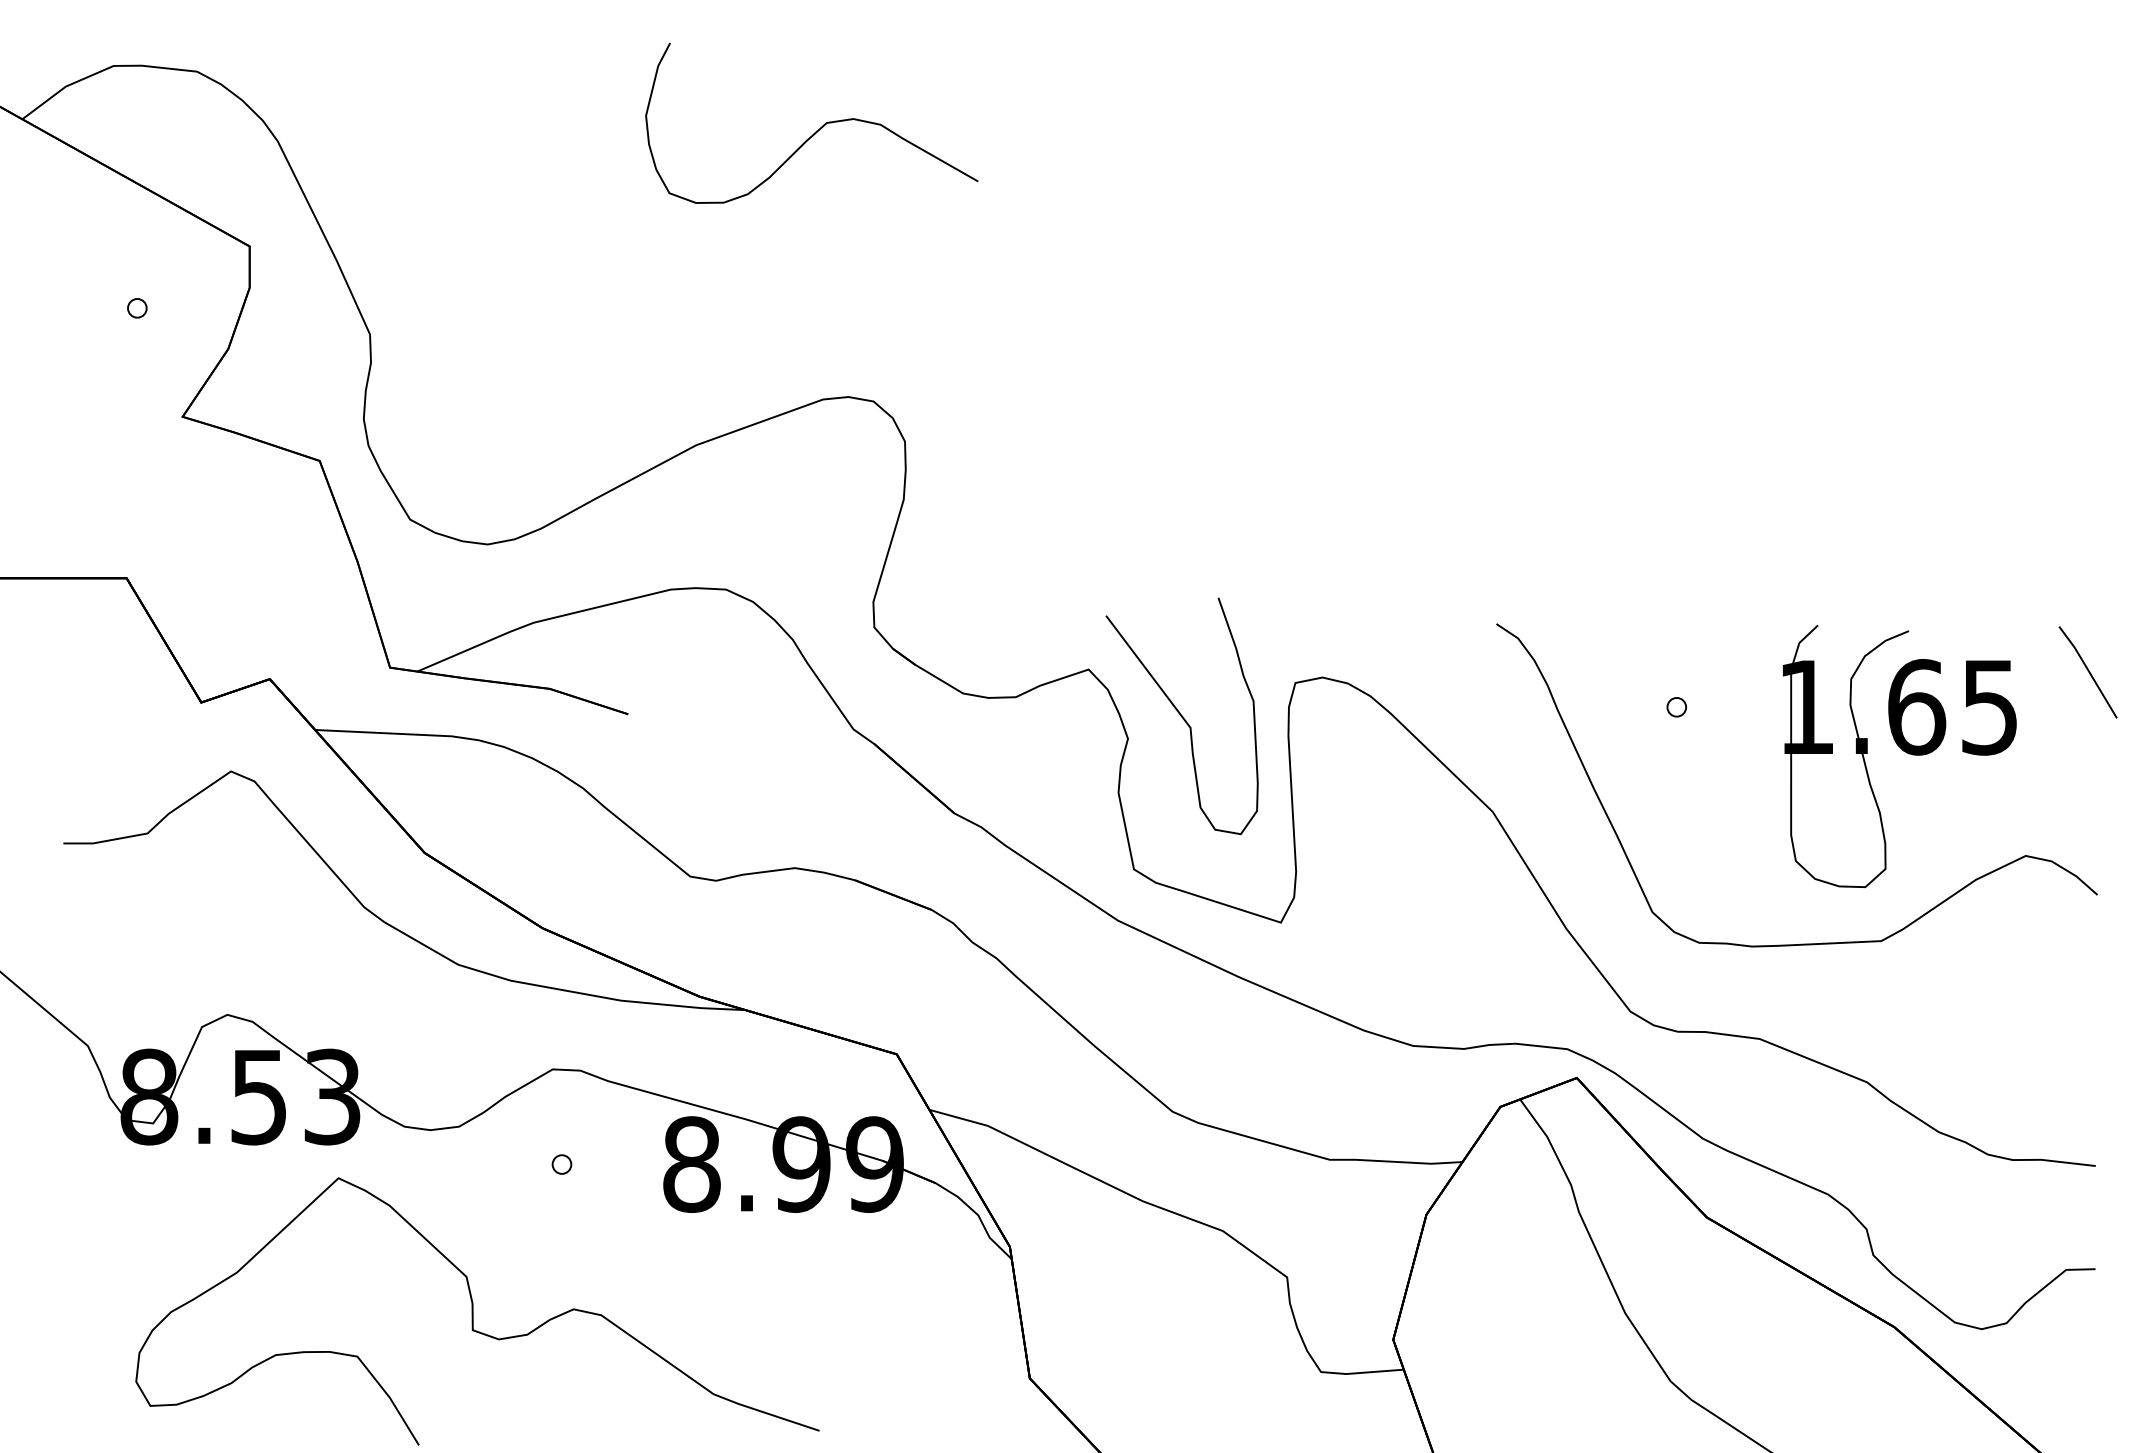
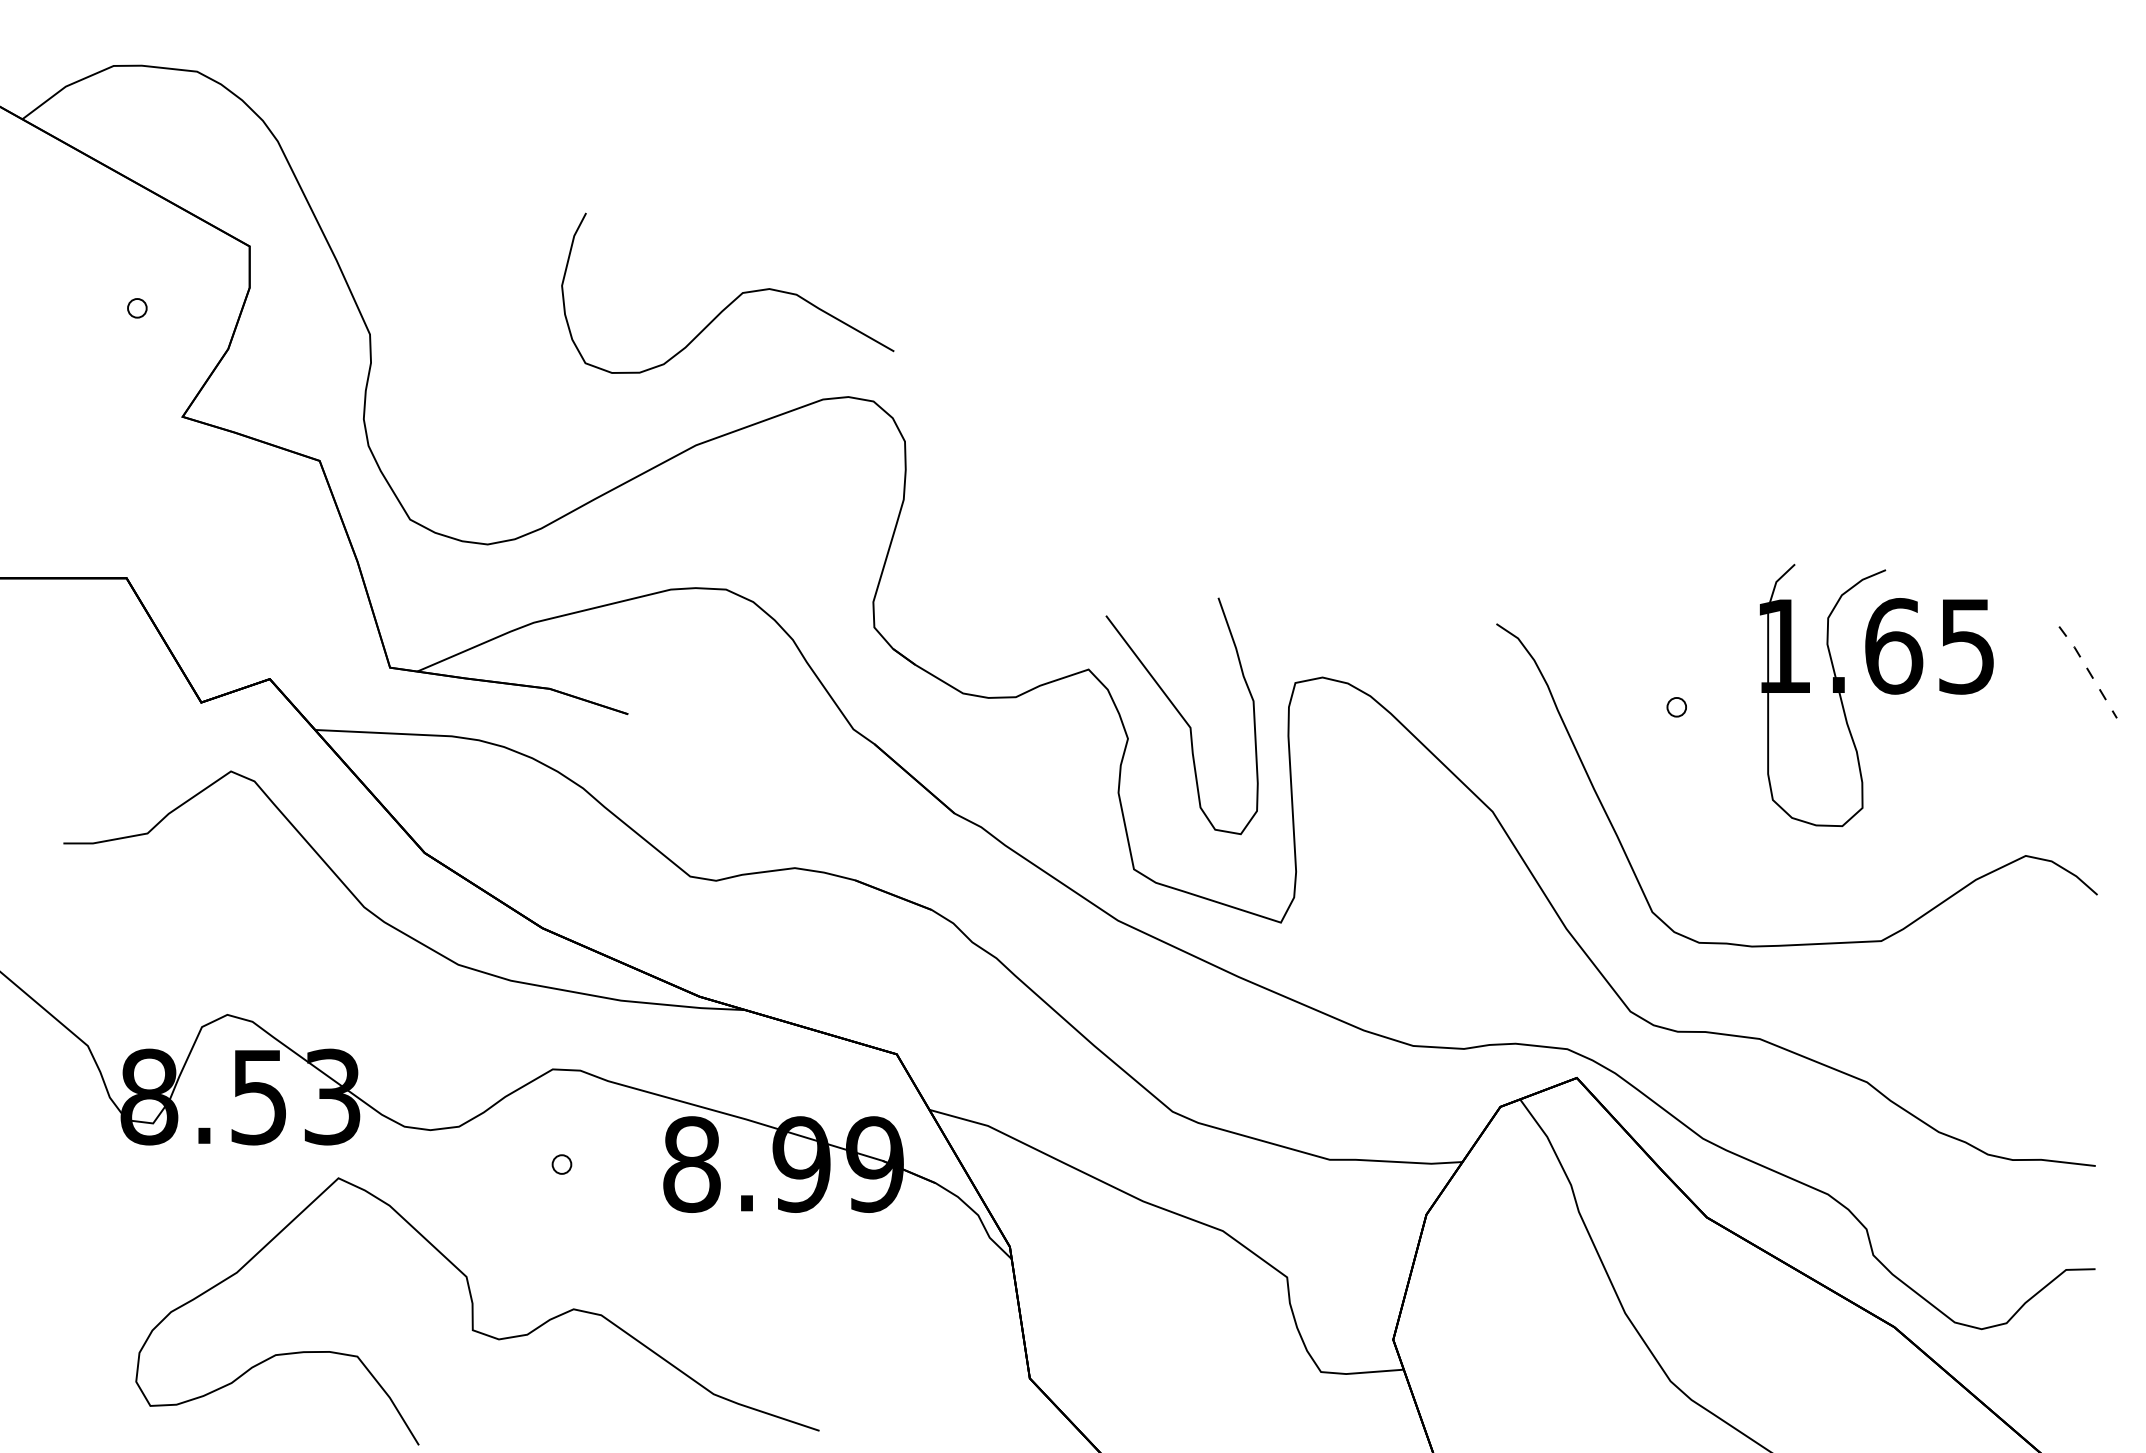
curve at (816, 130) position: (816, 130) -> (732, 300)
line at (2088, 671): solid -> dashed
part at (1899, 755) position: (1899, 755) -> (1876, 694)
